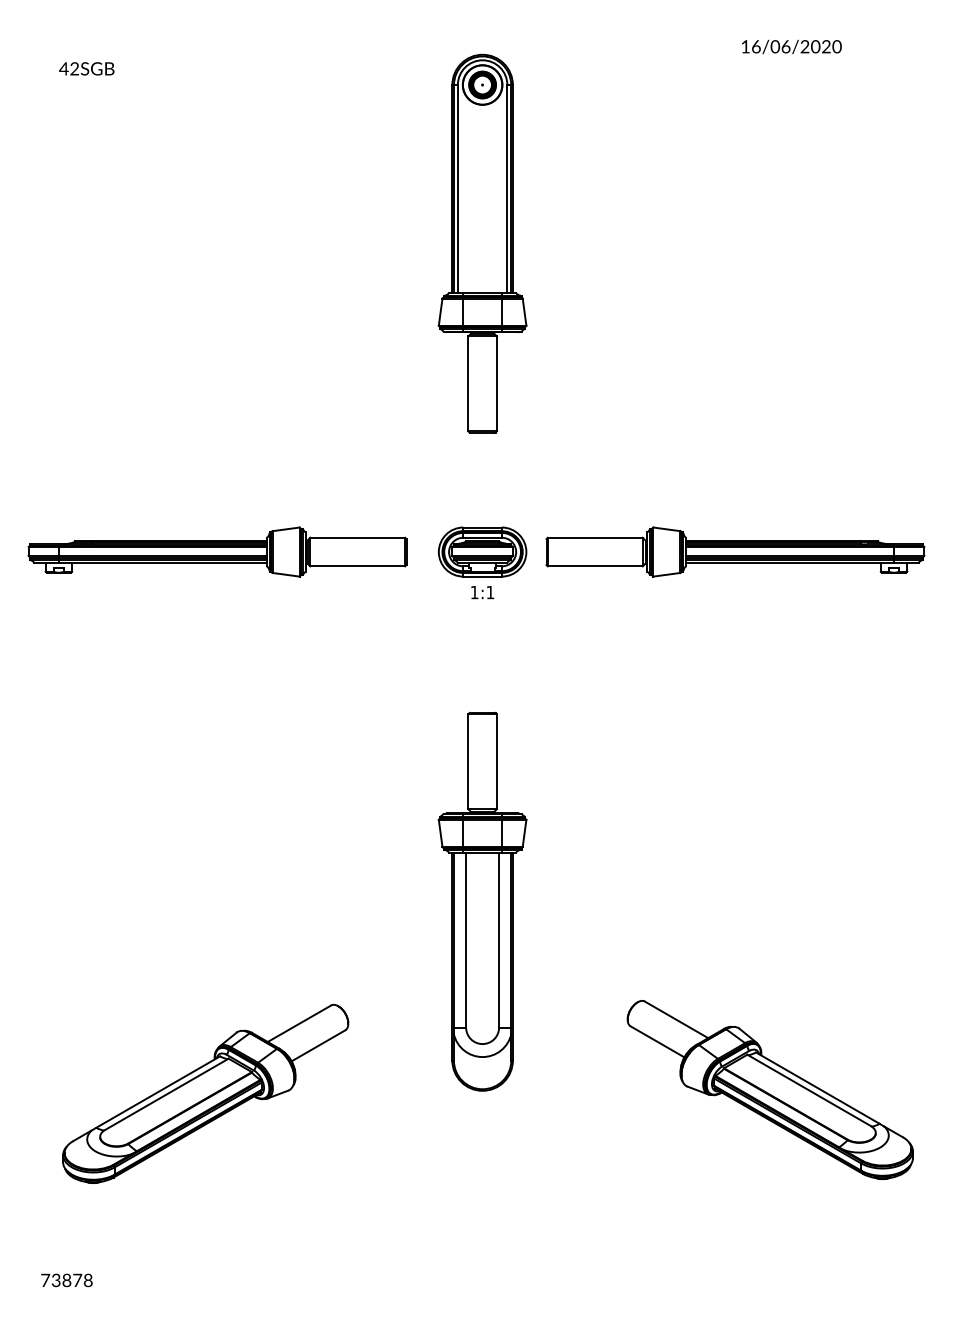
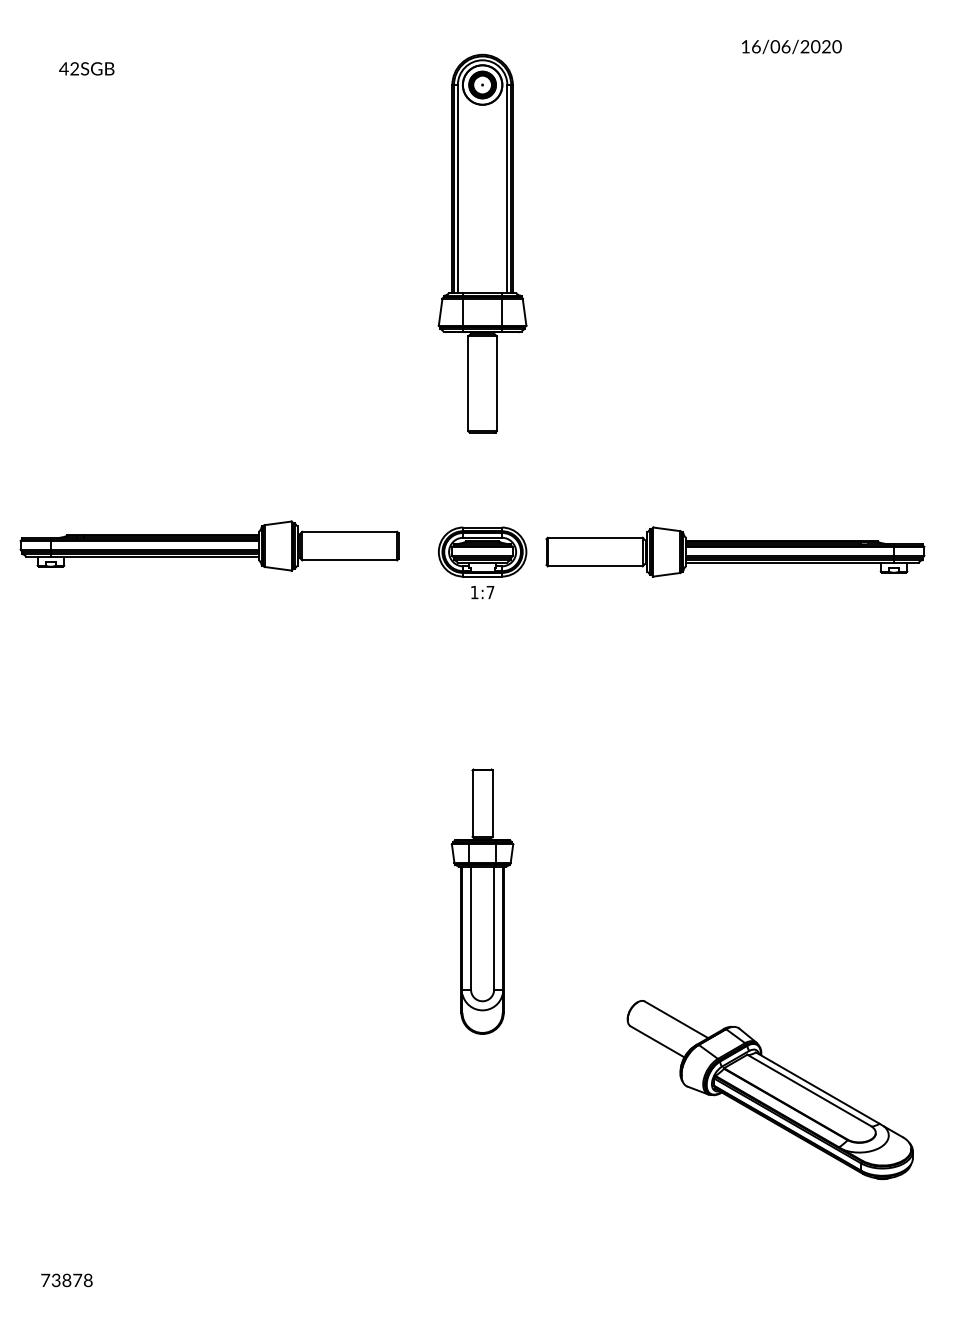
part at (217, 551) position: (217, 551) -> (209, 545)
text at (490, 592): 1:1 -> 1:7
part at (482, 901) size: 91x381 px -> 65x267 px
part at (205, 1093): present -> none
